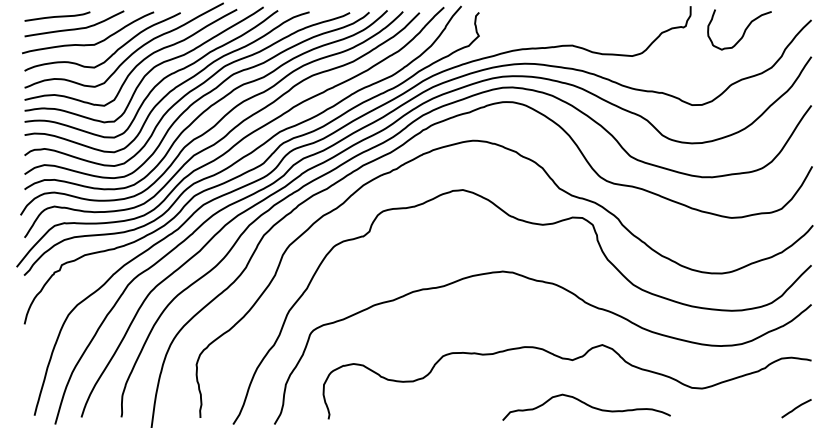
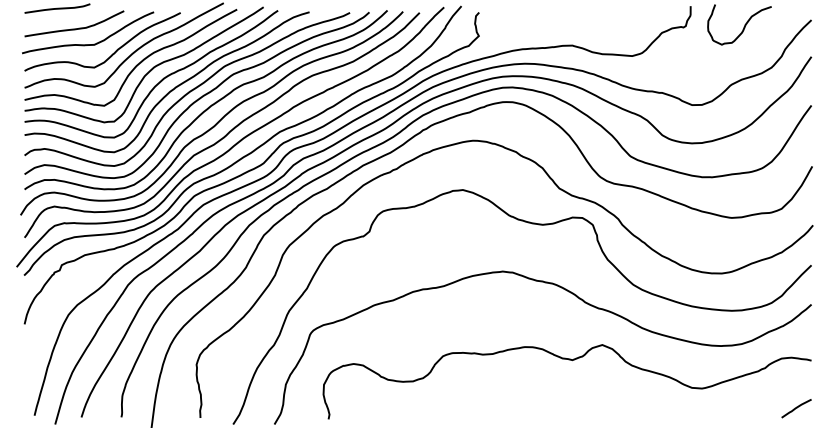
curve at (57, 16) position: (57, 16) -> (57, 8)
curve at (744, 29) position: (744, 29) -> (744, 24)
curve at (586, 405): present -> none
